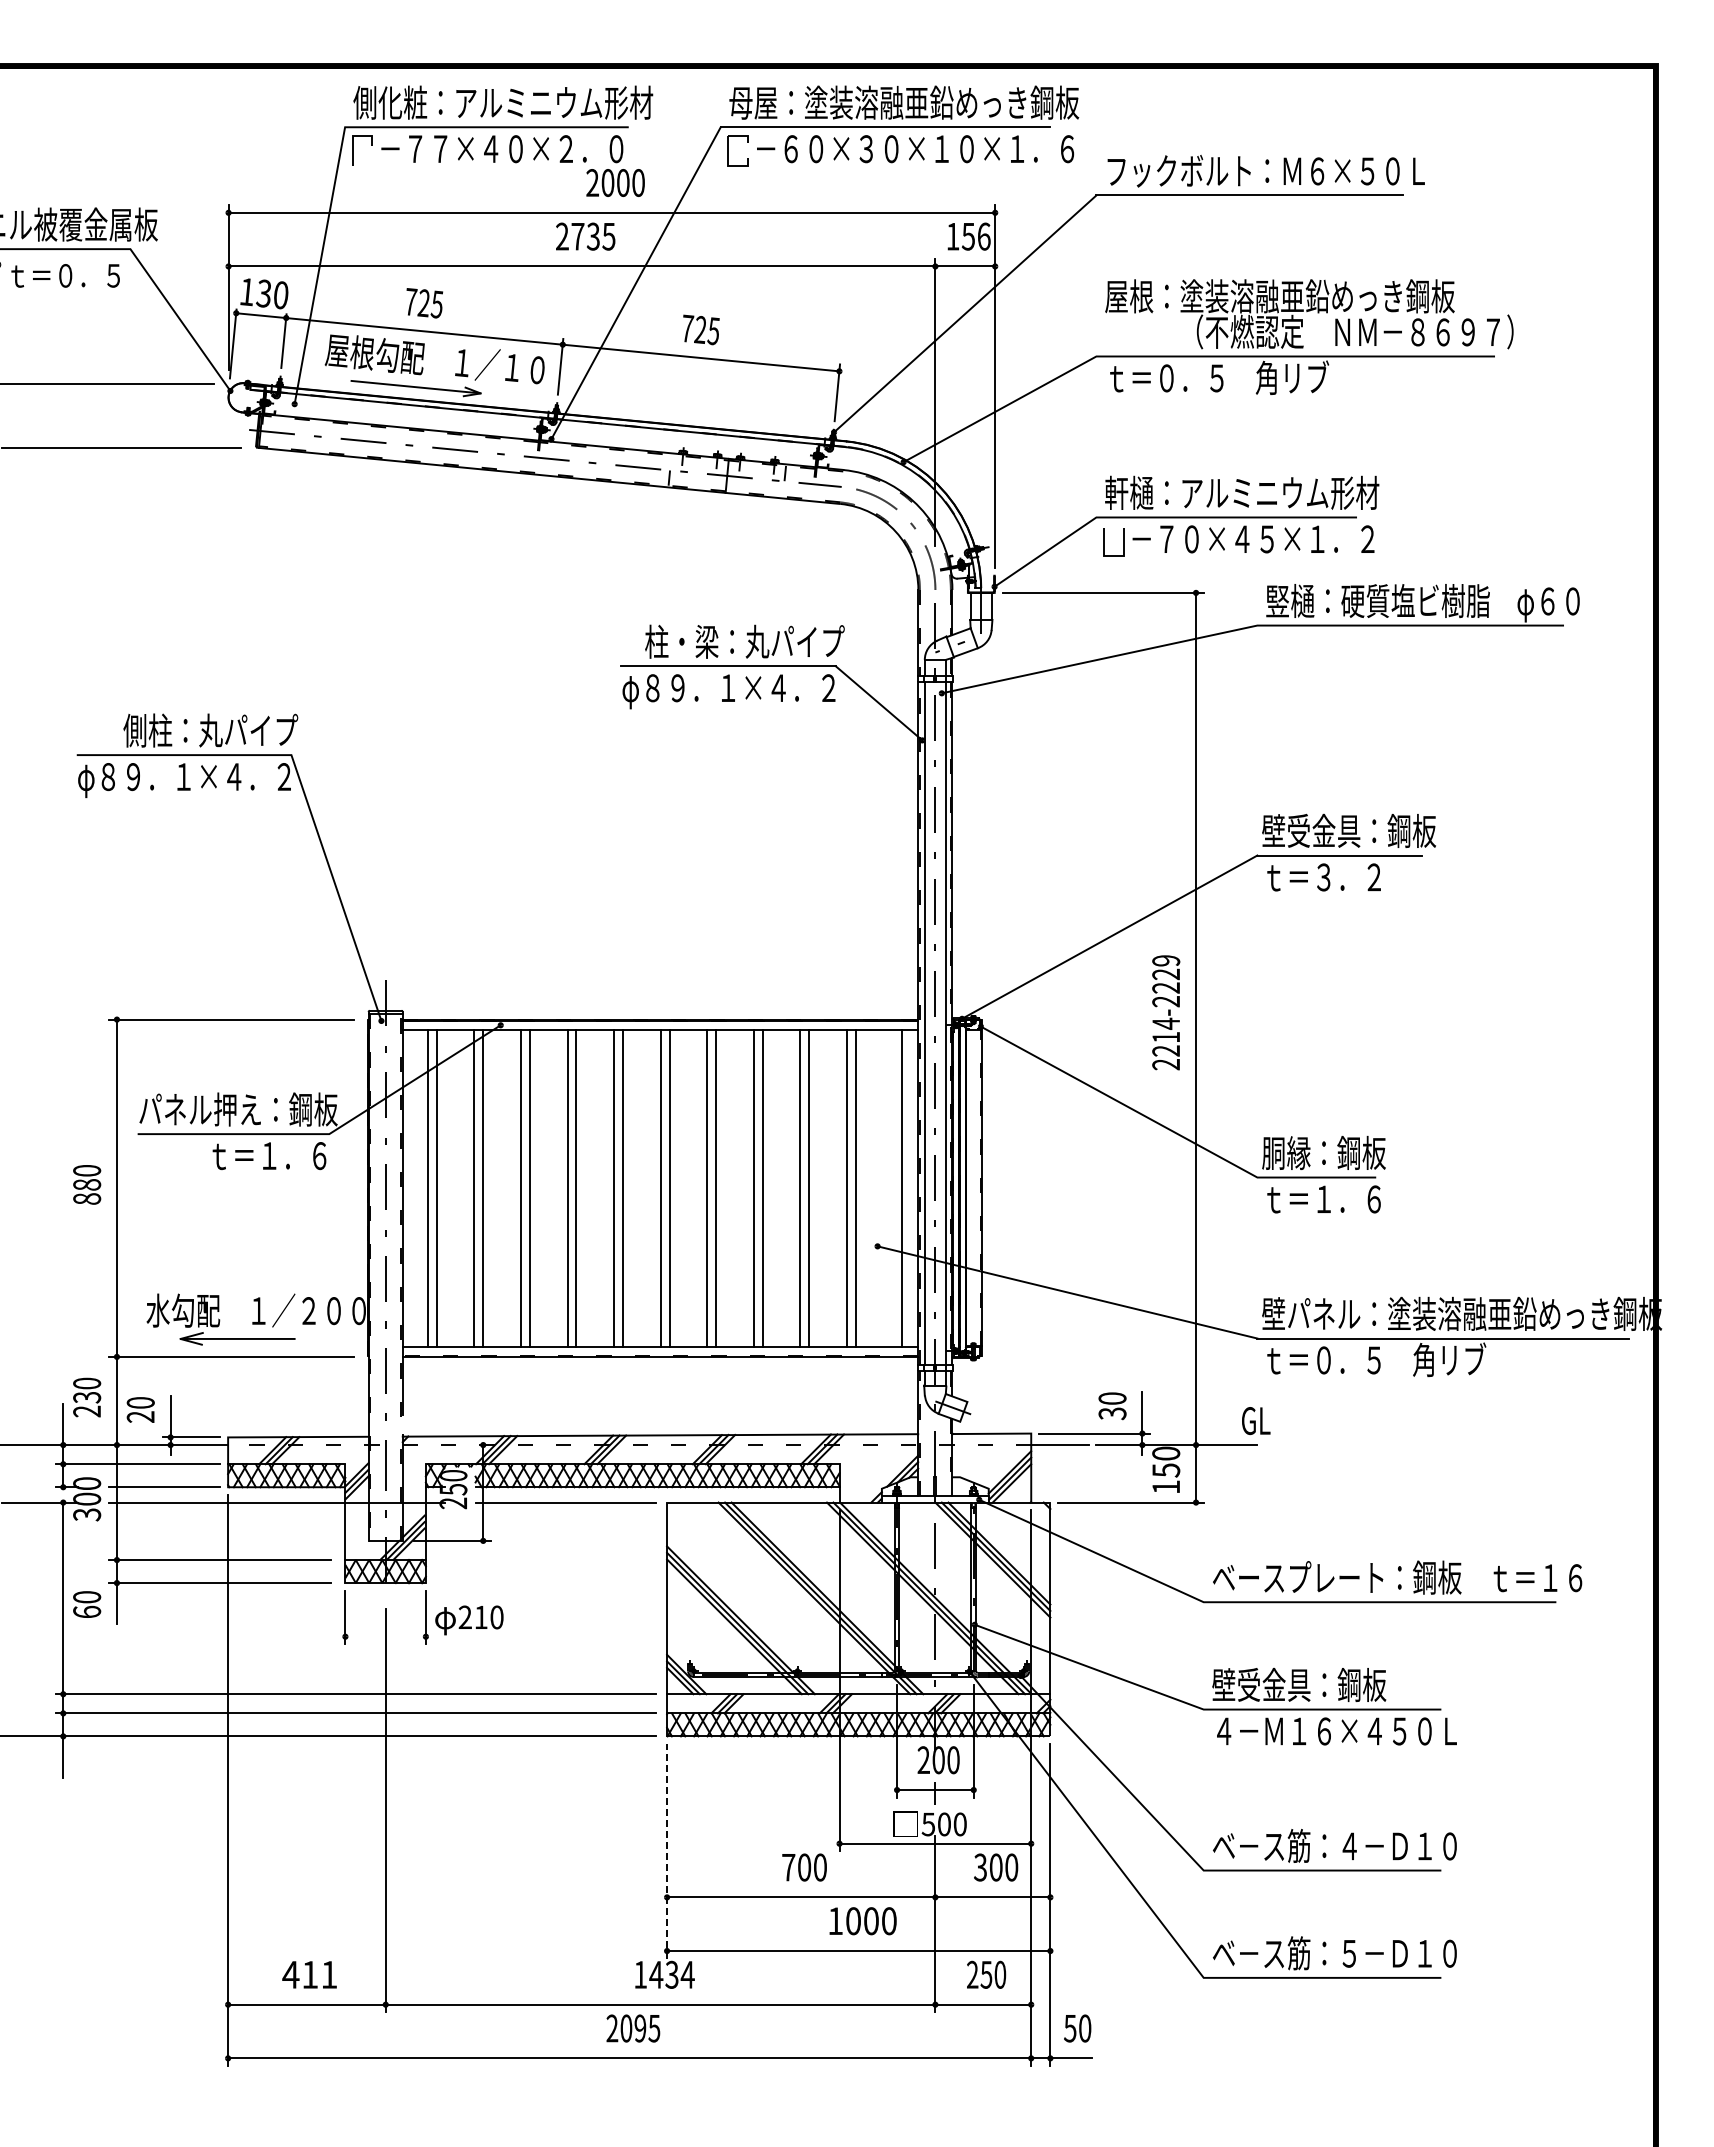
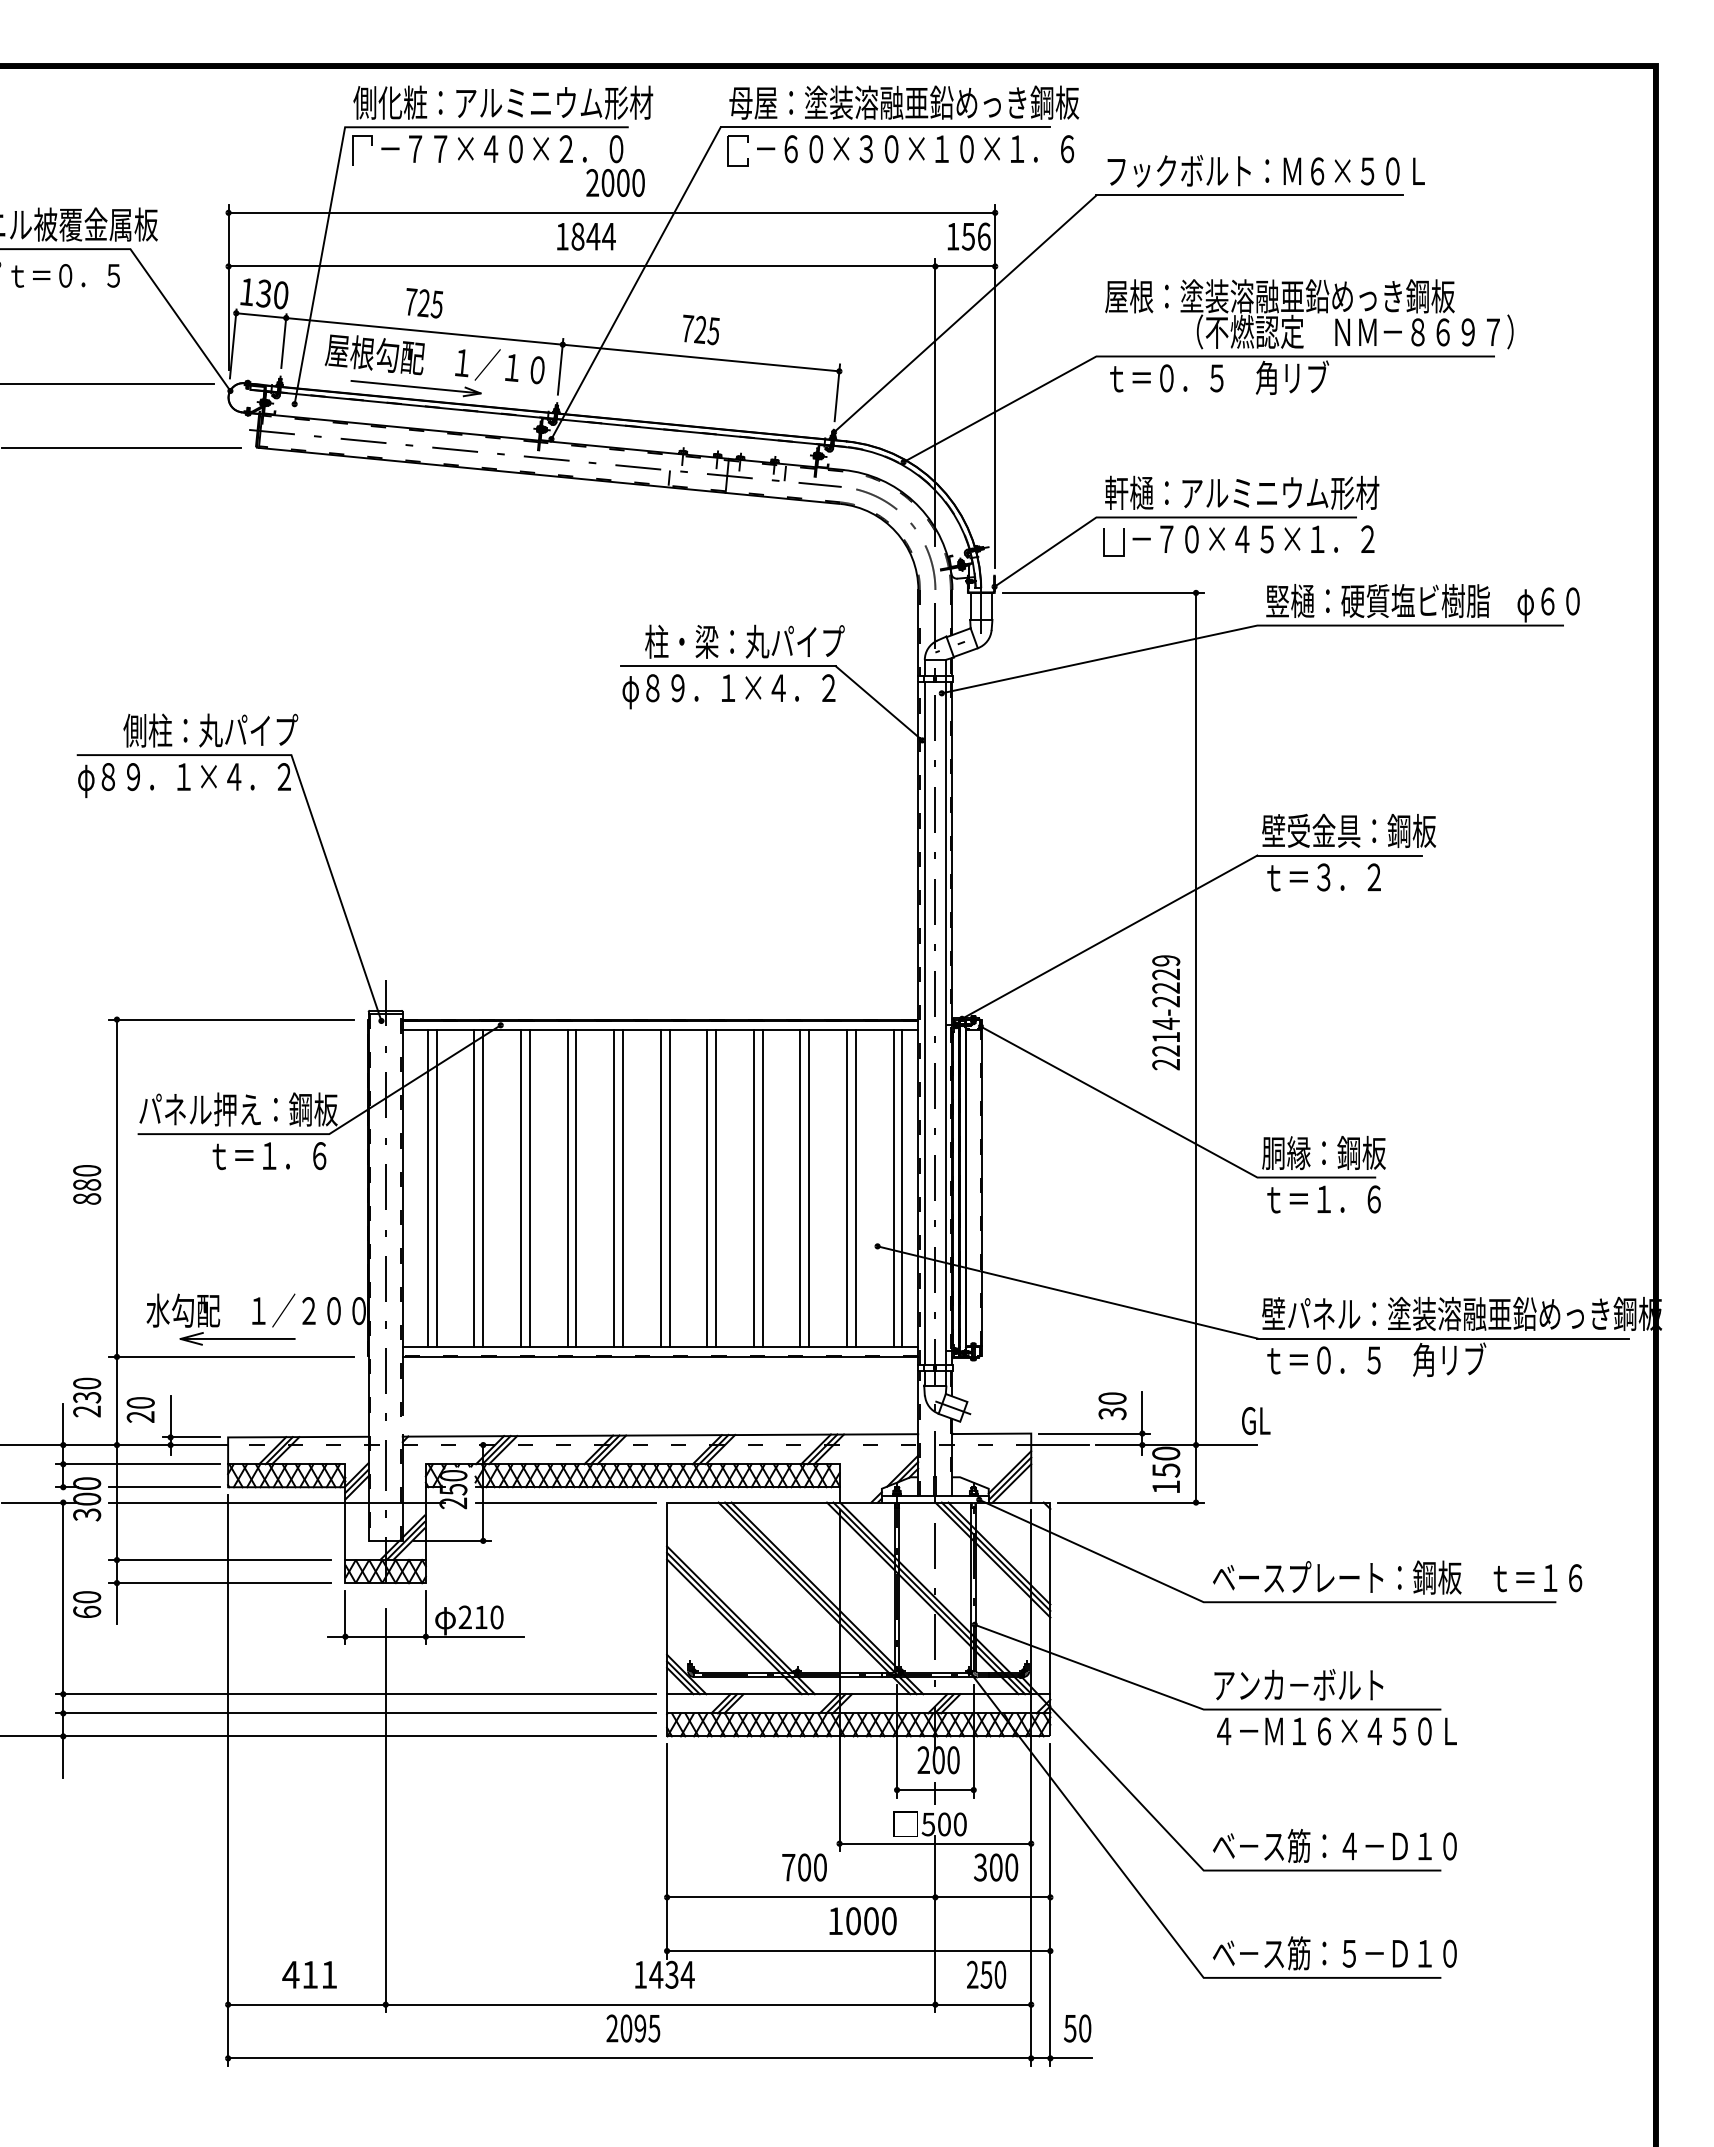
text at (585, 236): 2735 -> 1844
line at (893, 1188): none -> present
line at (425, 1636): none -> present
text at (1299, 1684): 壁受金具：鋼板 -> アンカ－ボルト
line at (667, 1850): dashed -> solid
